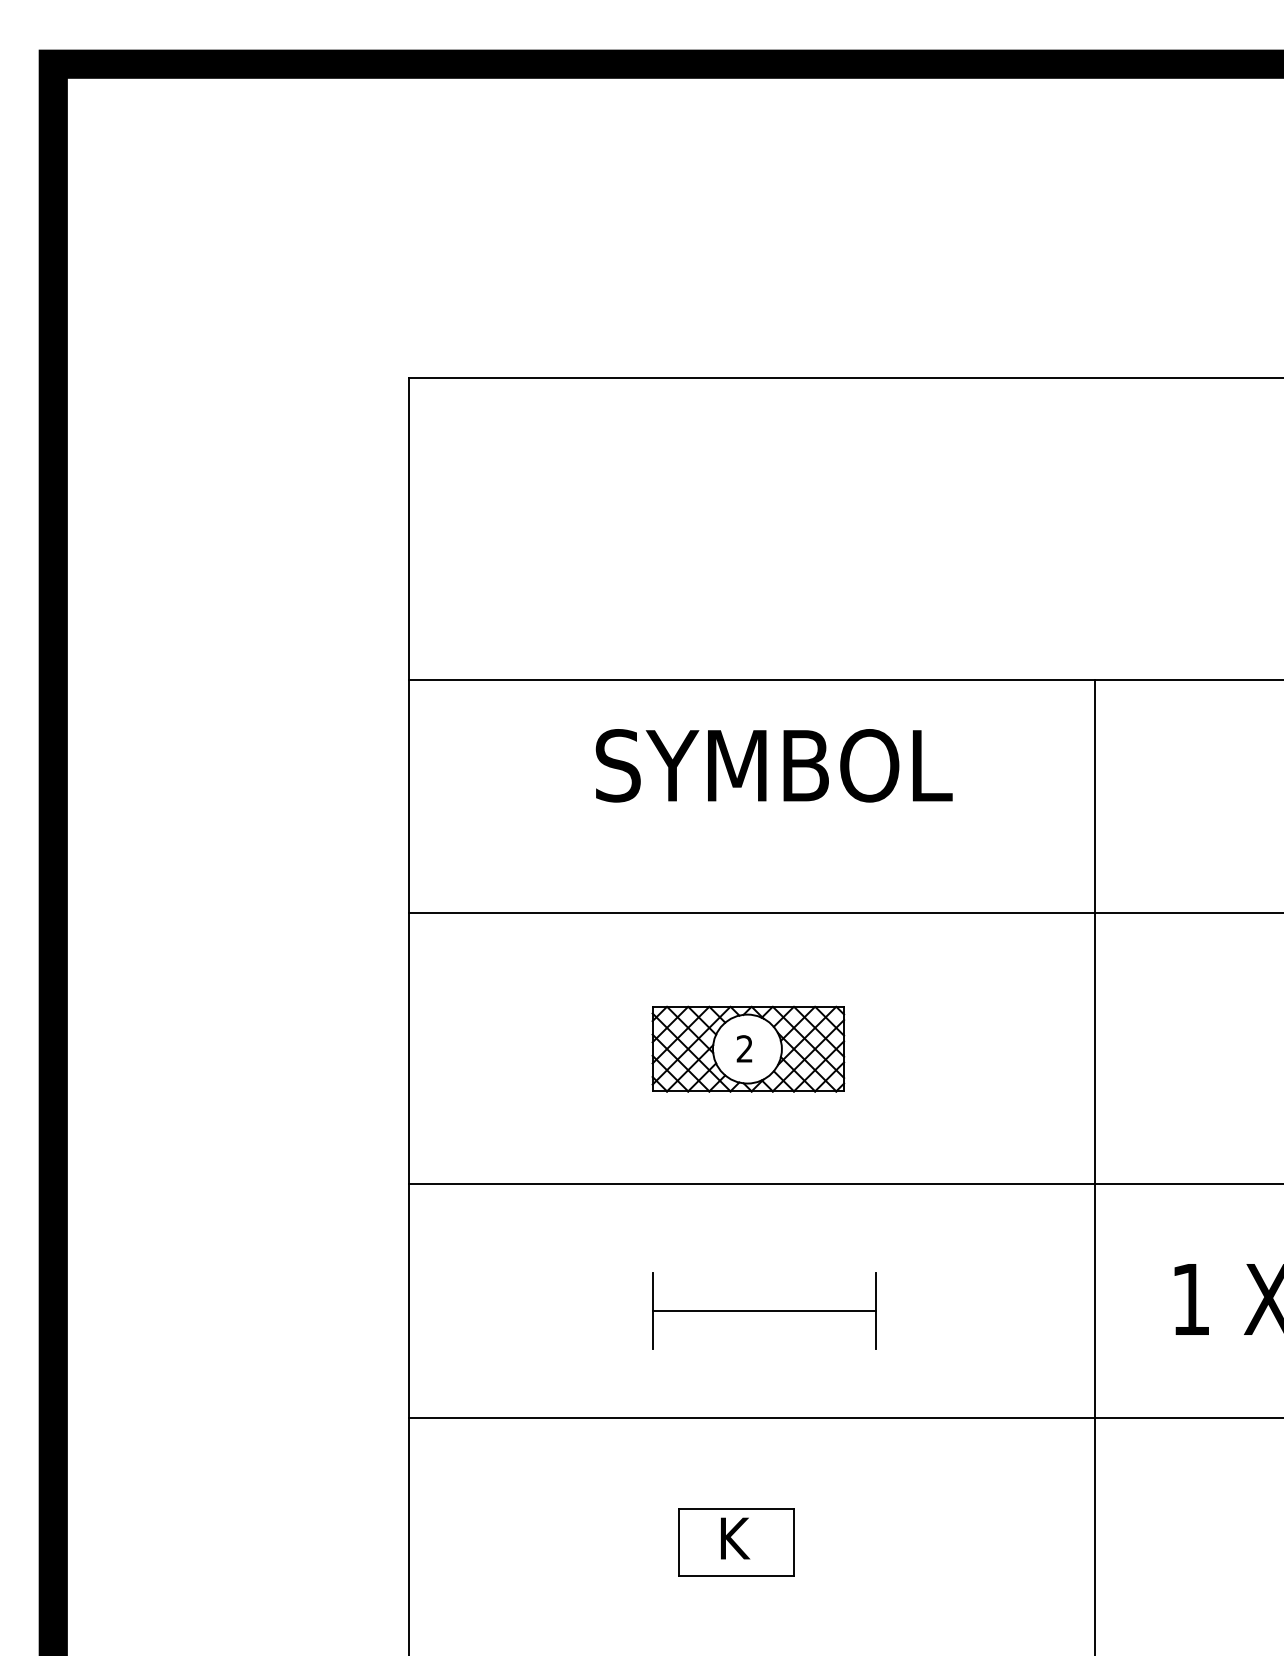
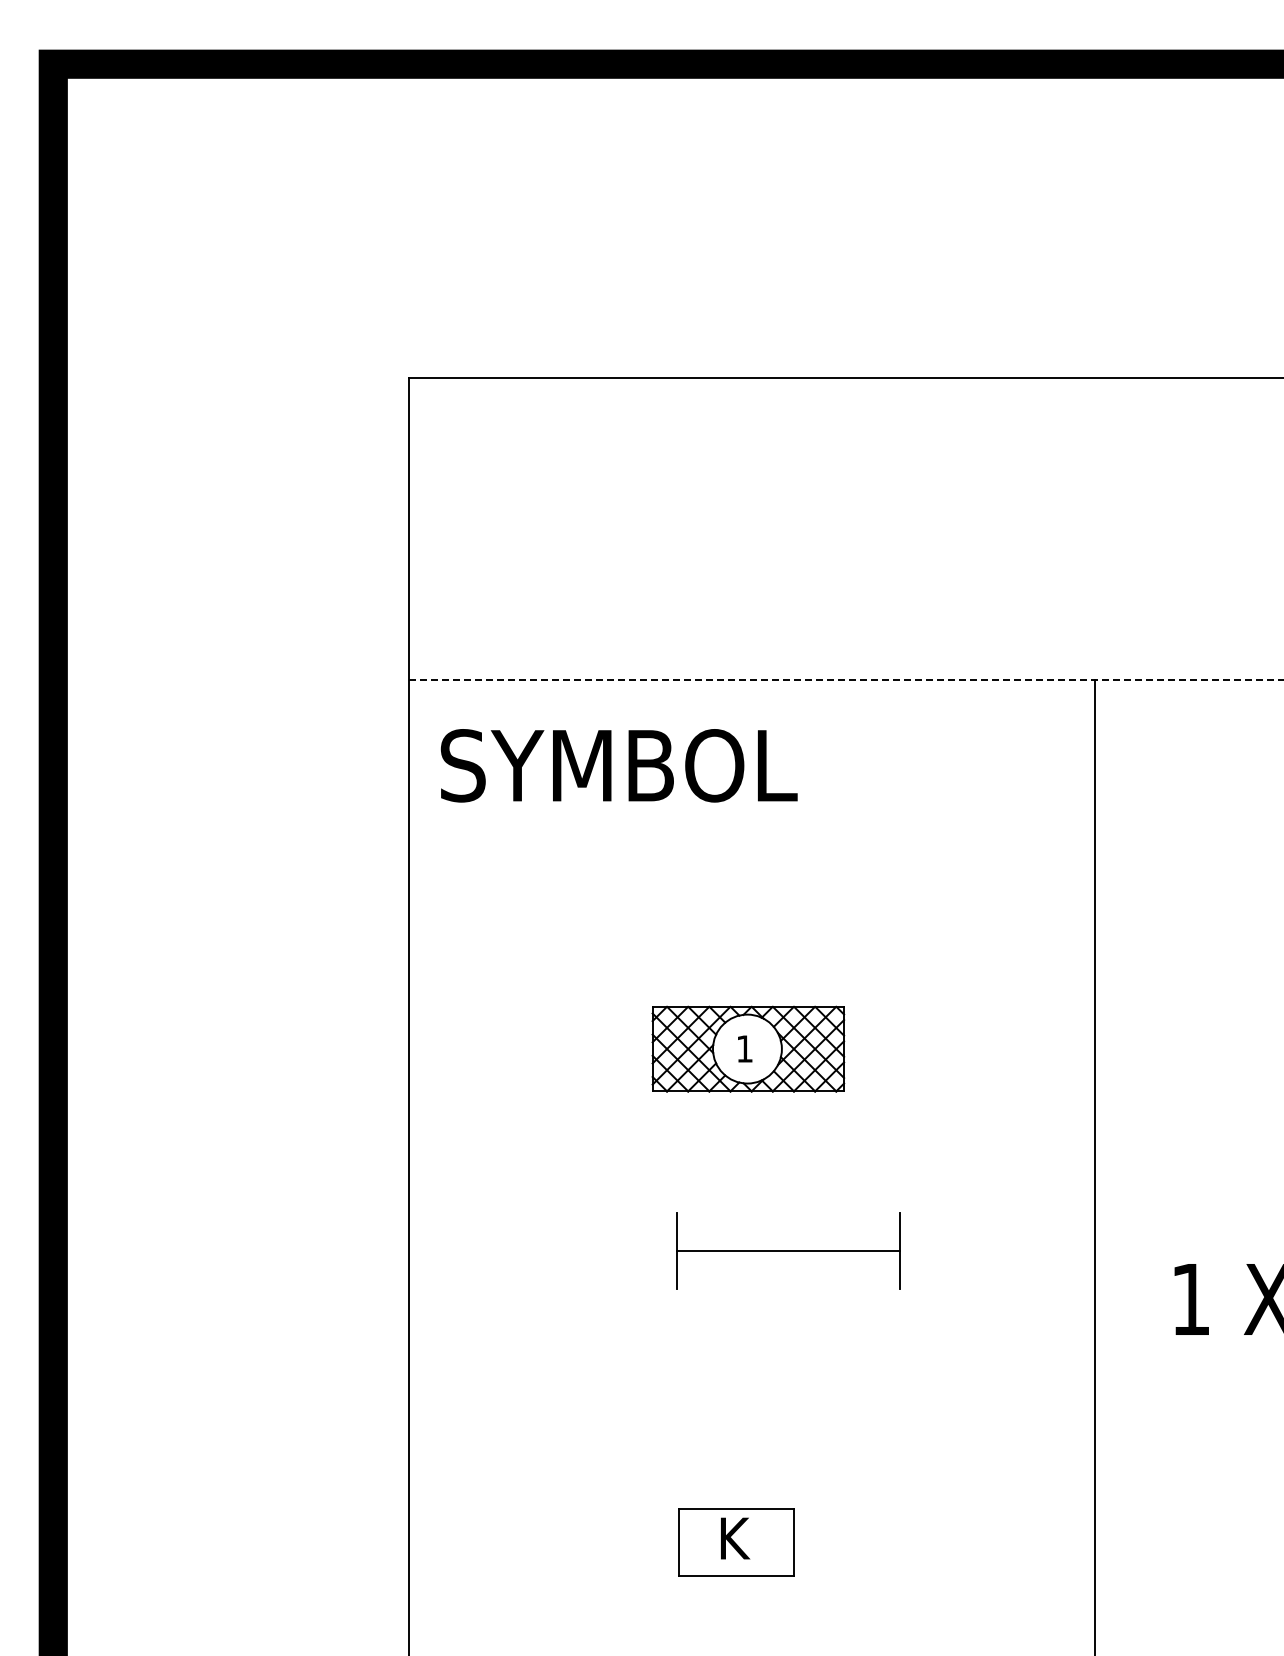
line at (846, 680): solid -> dashed
text at (773, 765) position: (773, 765) -> (618, 765)
line at (844, 913): present -> none
text at (744, 1048): 2 -> 1
line at (844, 1184): present -> none
part at (764, 1310) position: (764, 1310) -> (788, 1250)
line at (844, 1417): present -> none
